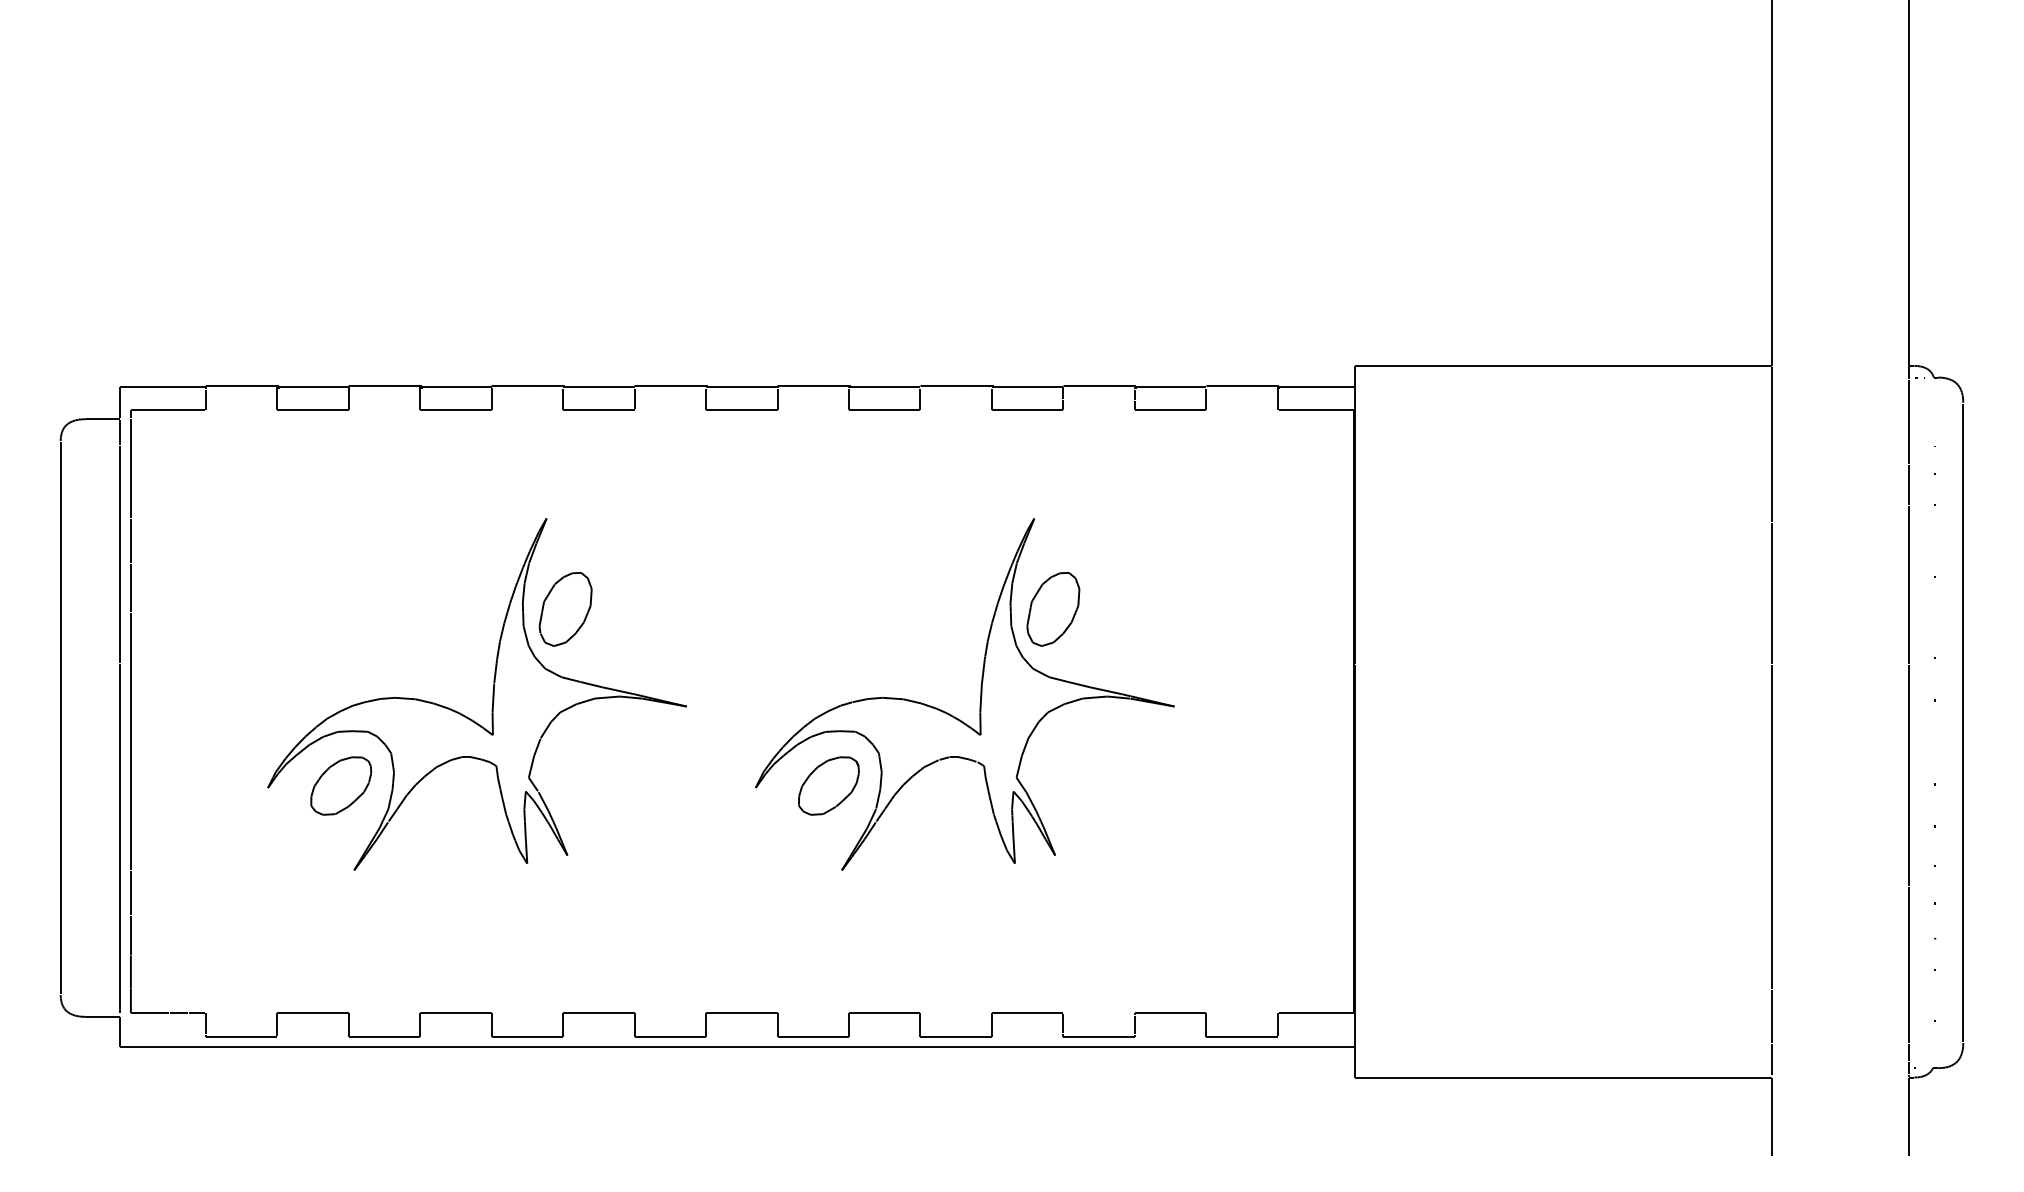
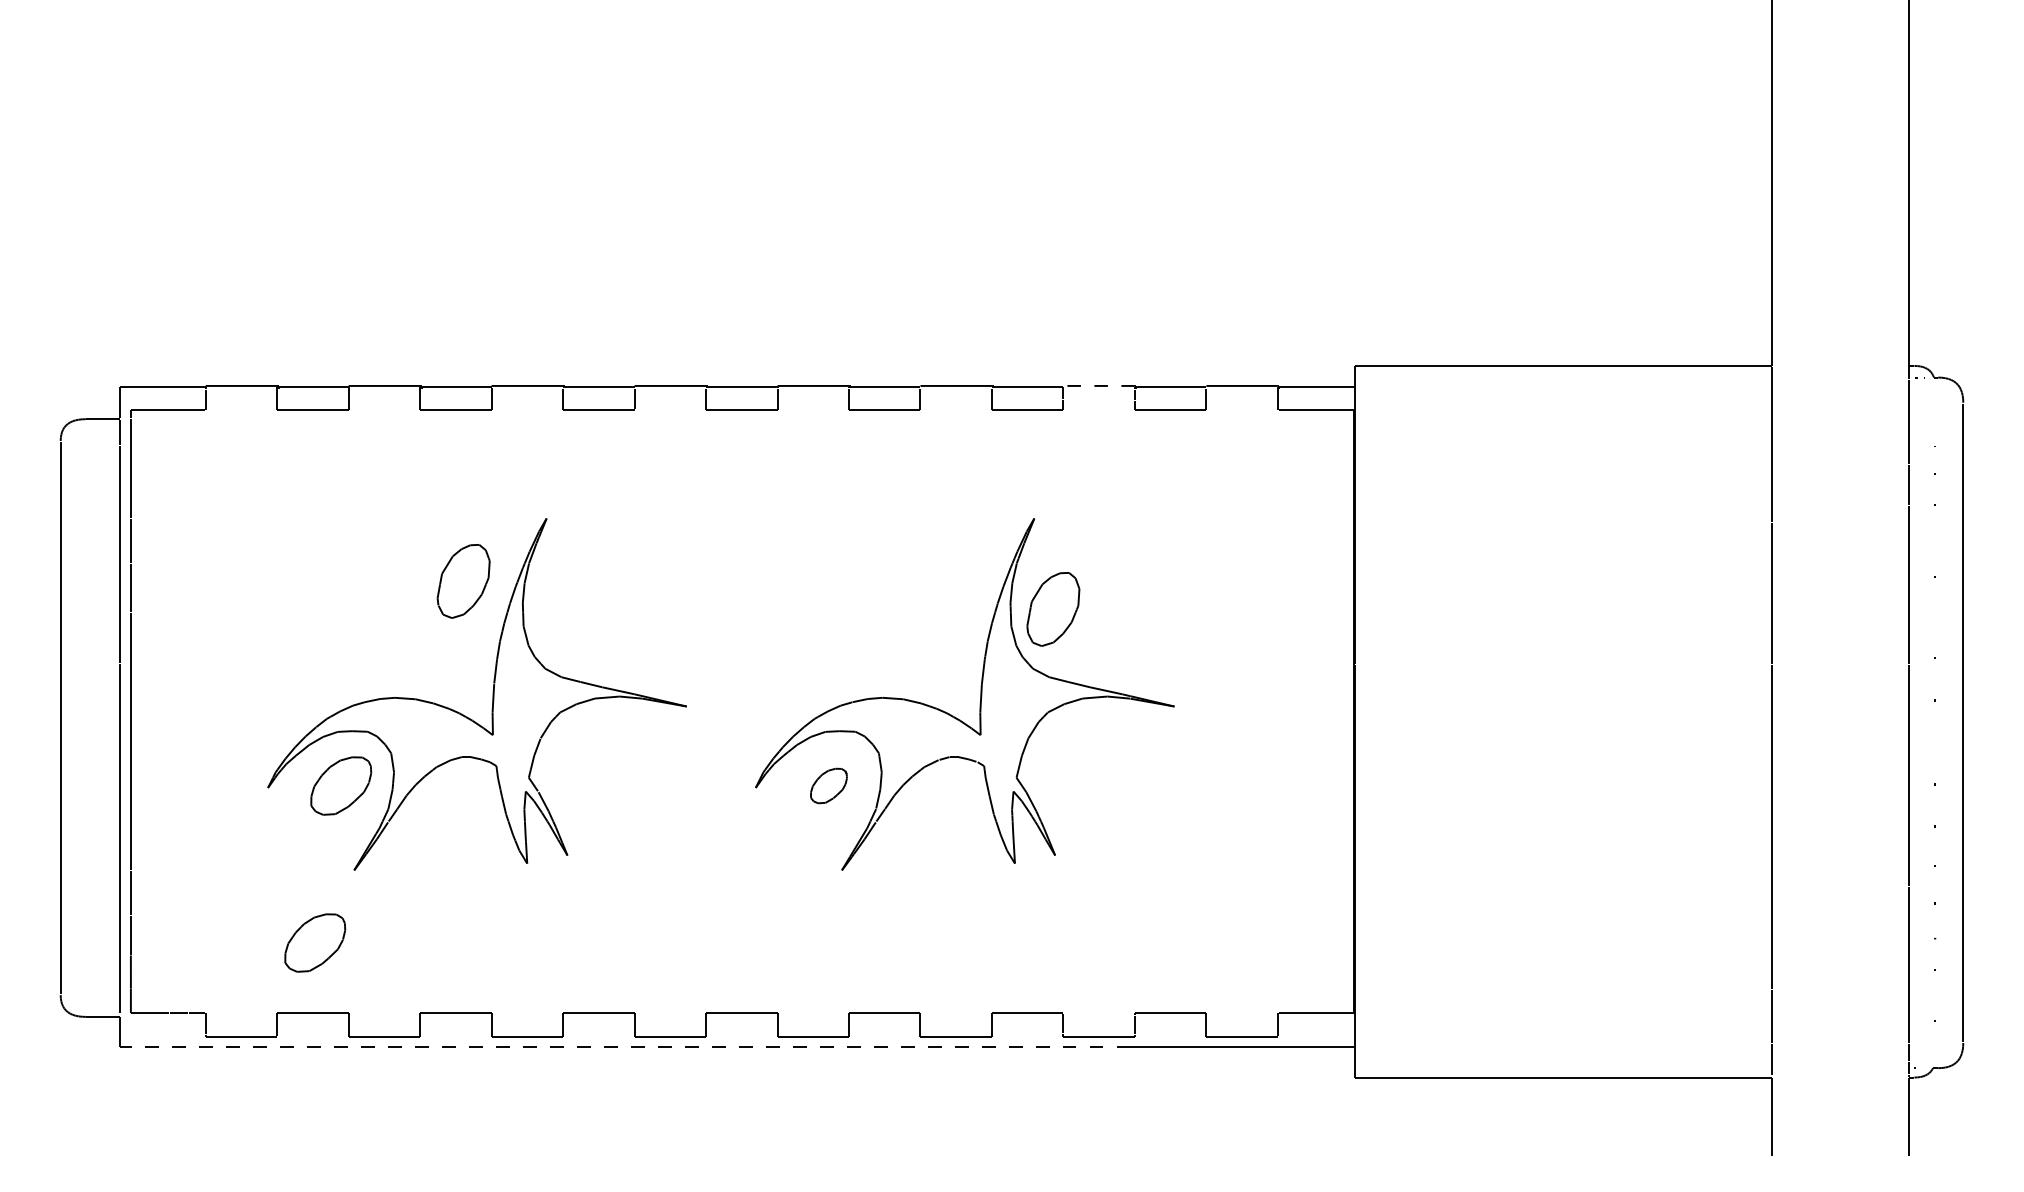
line at (1099, 385): solid -> dashed
part at (565, 609) position: (565, 609) -> (463, 581)
part at (828, 785) size: 62x60 px -> 38x38 px
part at (315, 942): none -> present
line at (624, 1046): solid -> dashed
